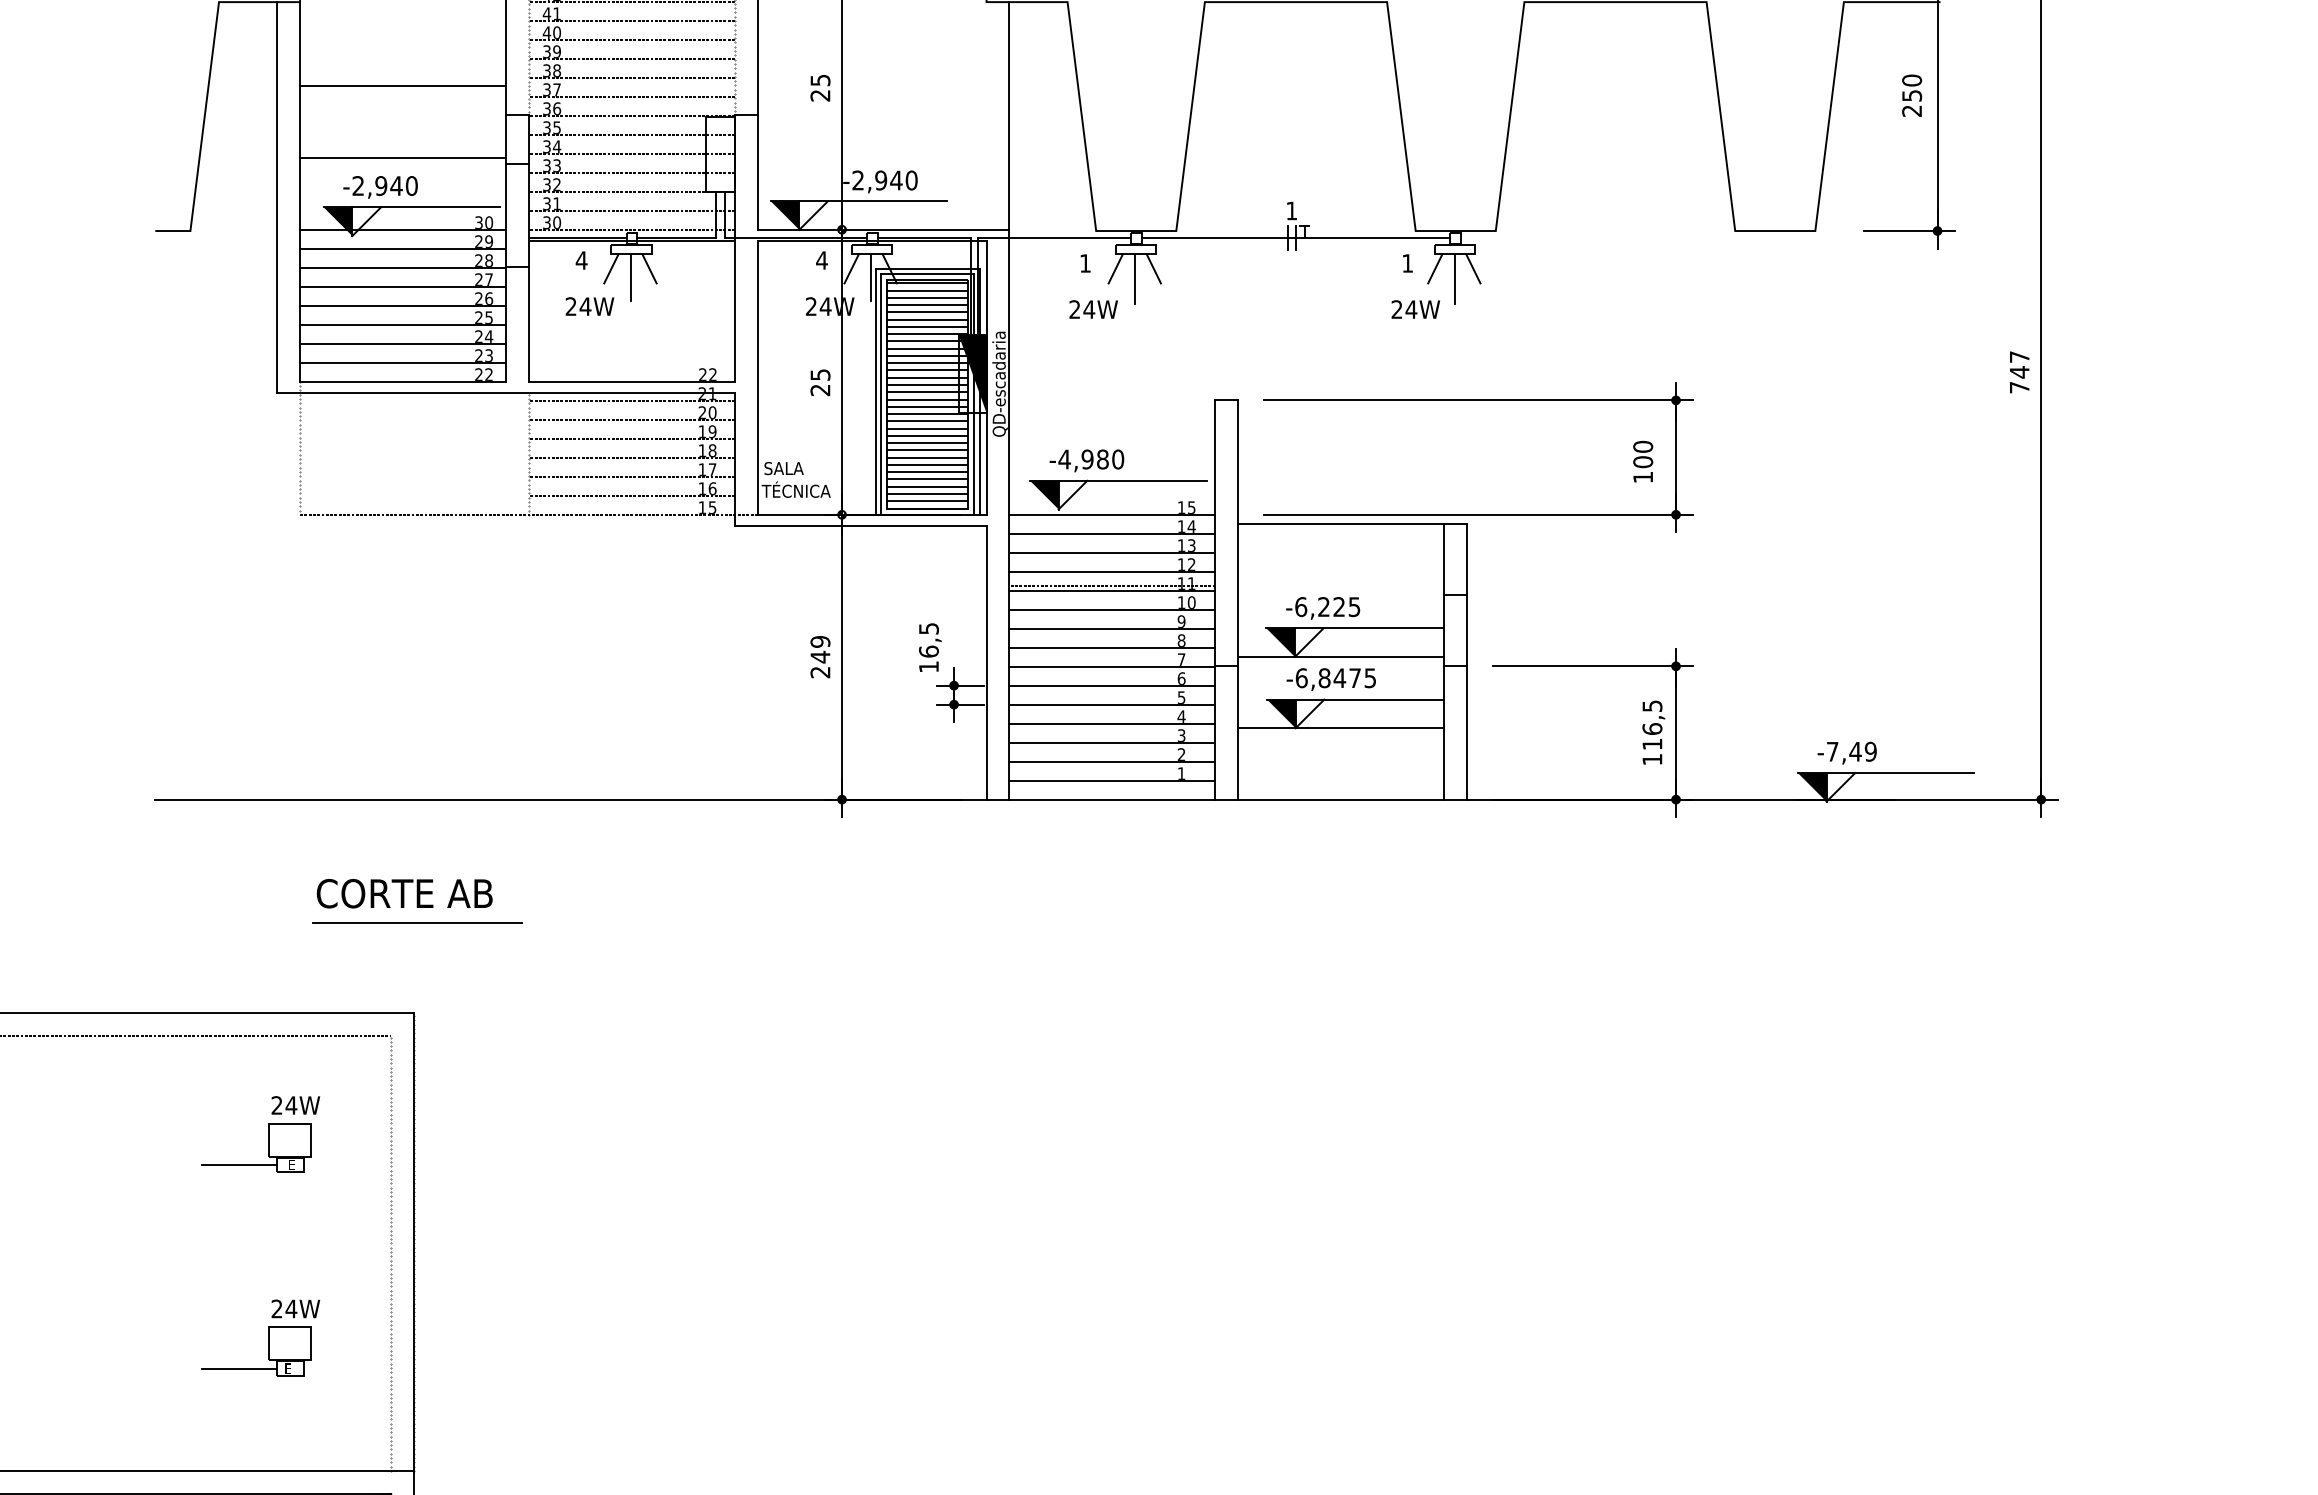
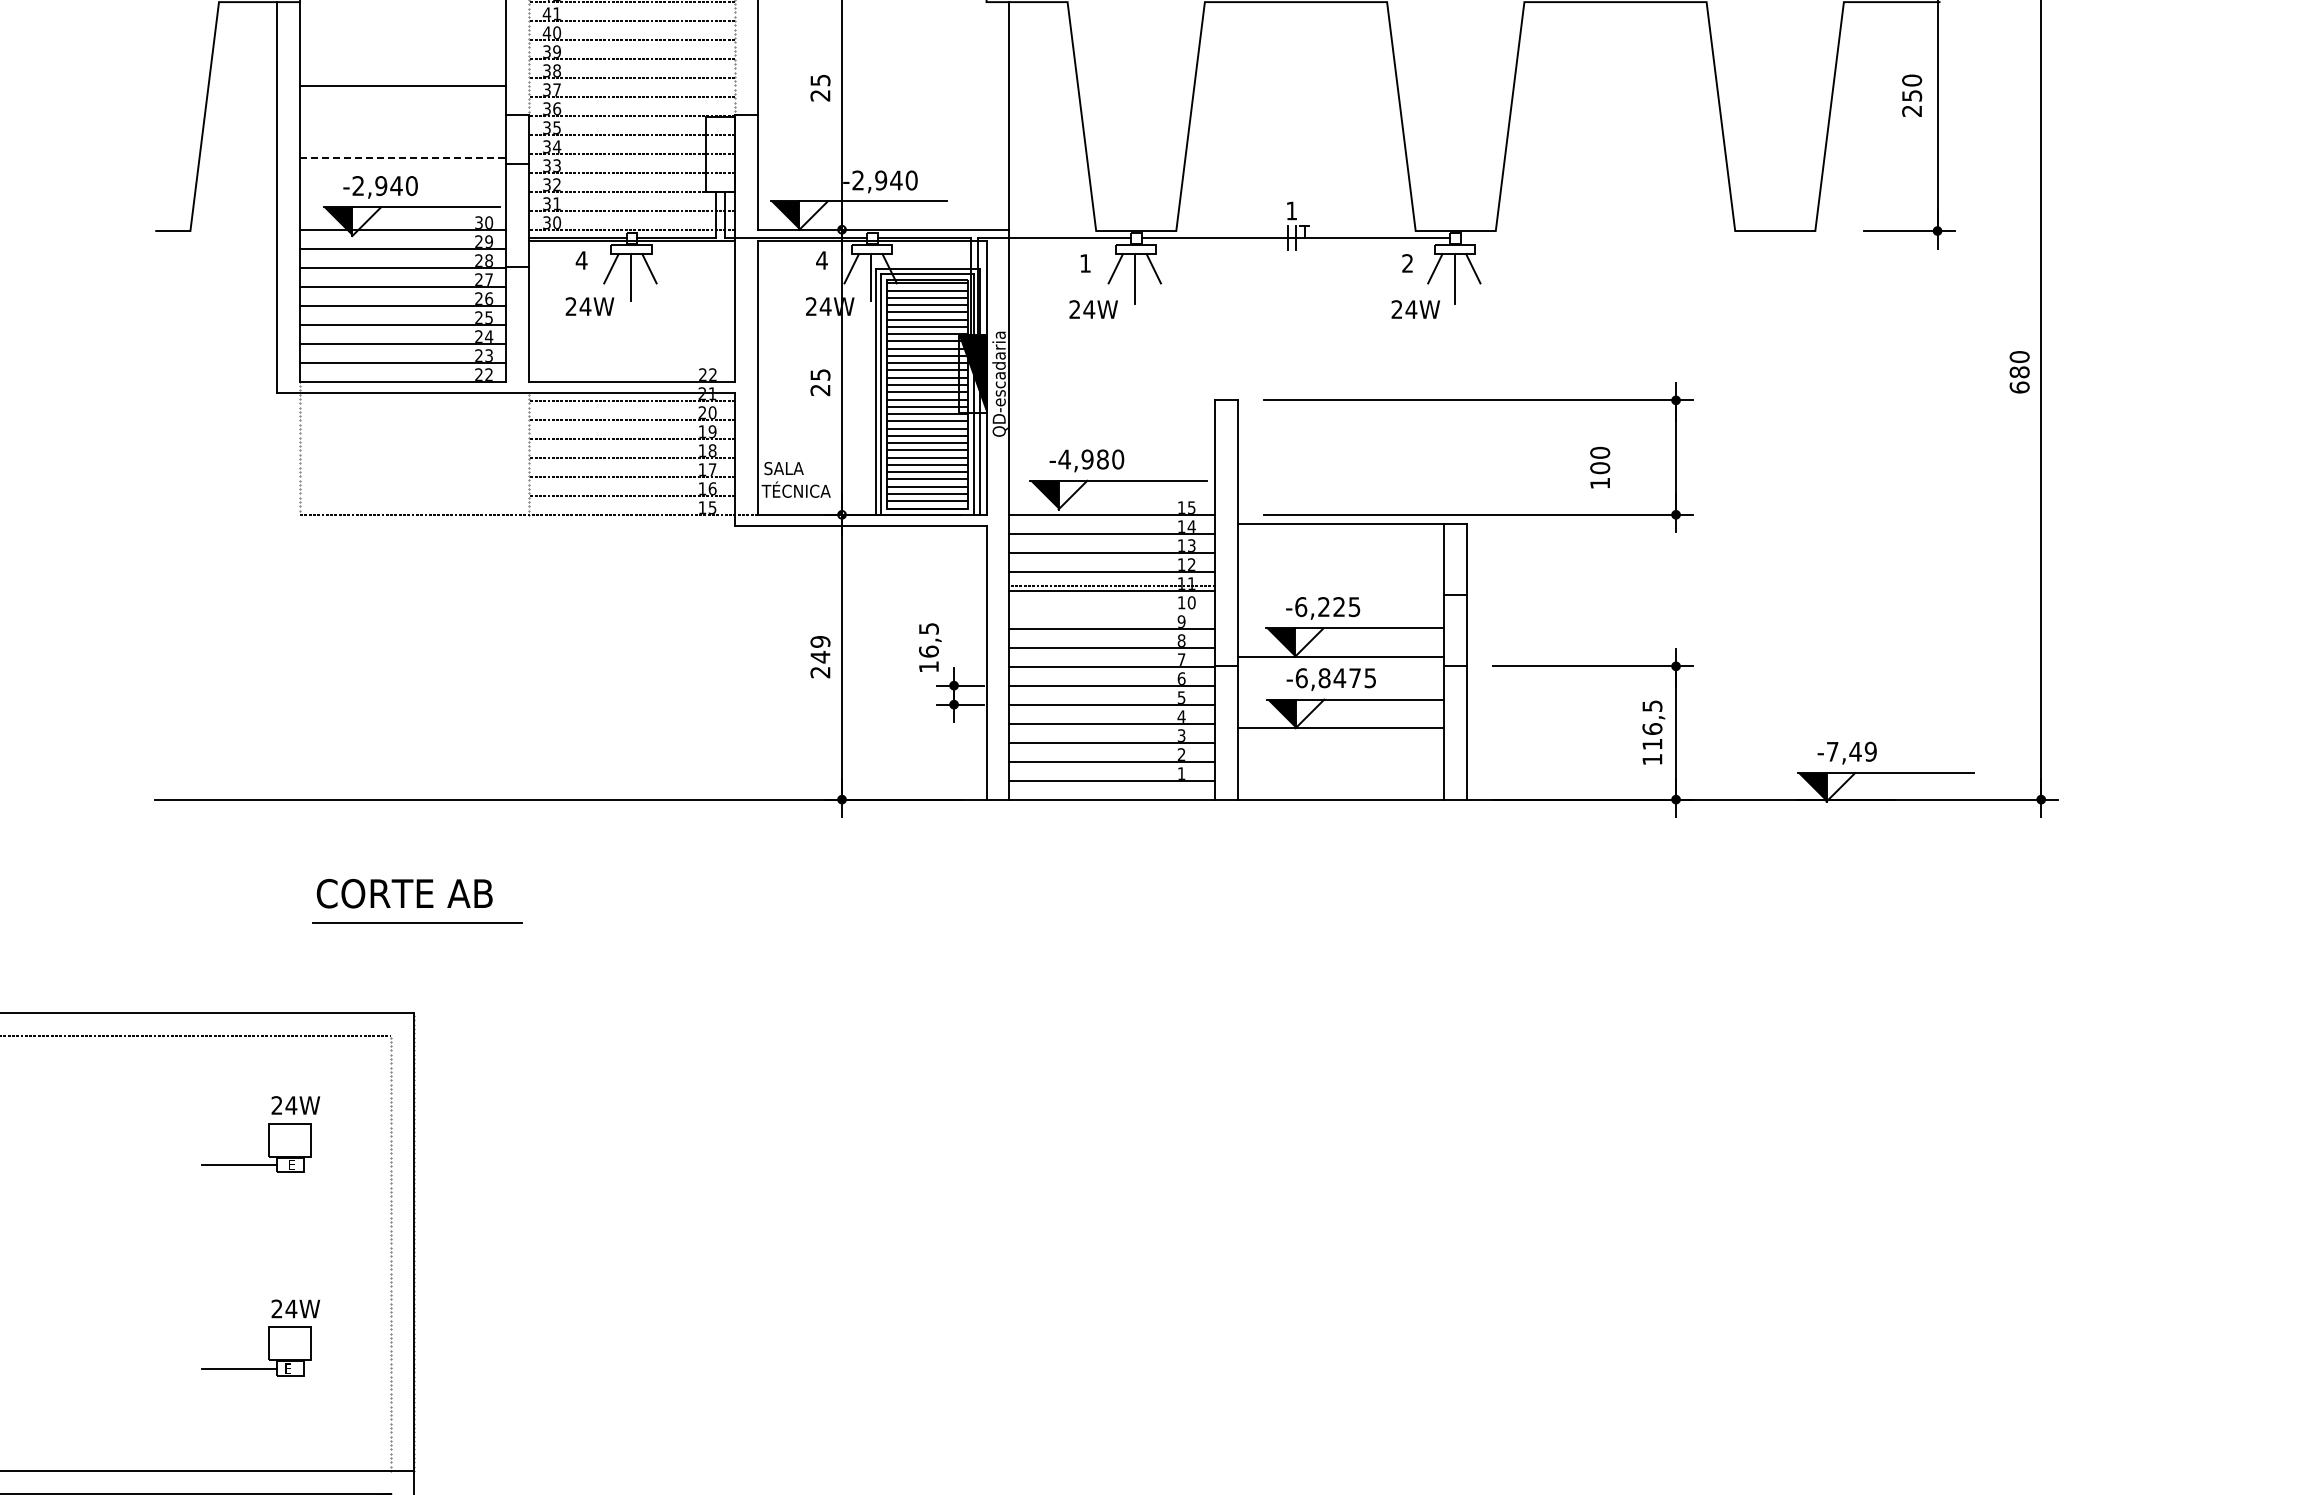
line at (403, 157): solid -> dashed
text at (1407, 263): 1 -> 2
text at (2019, 372): 747 -> 680
text at (1643, 461) position: (1643, 461) -> (1600, 467)
line at (1112, 609): present -> none
